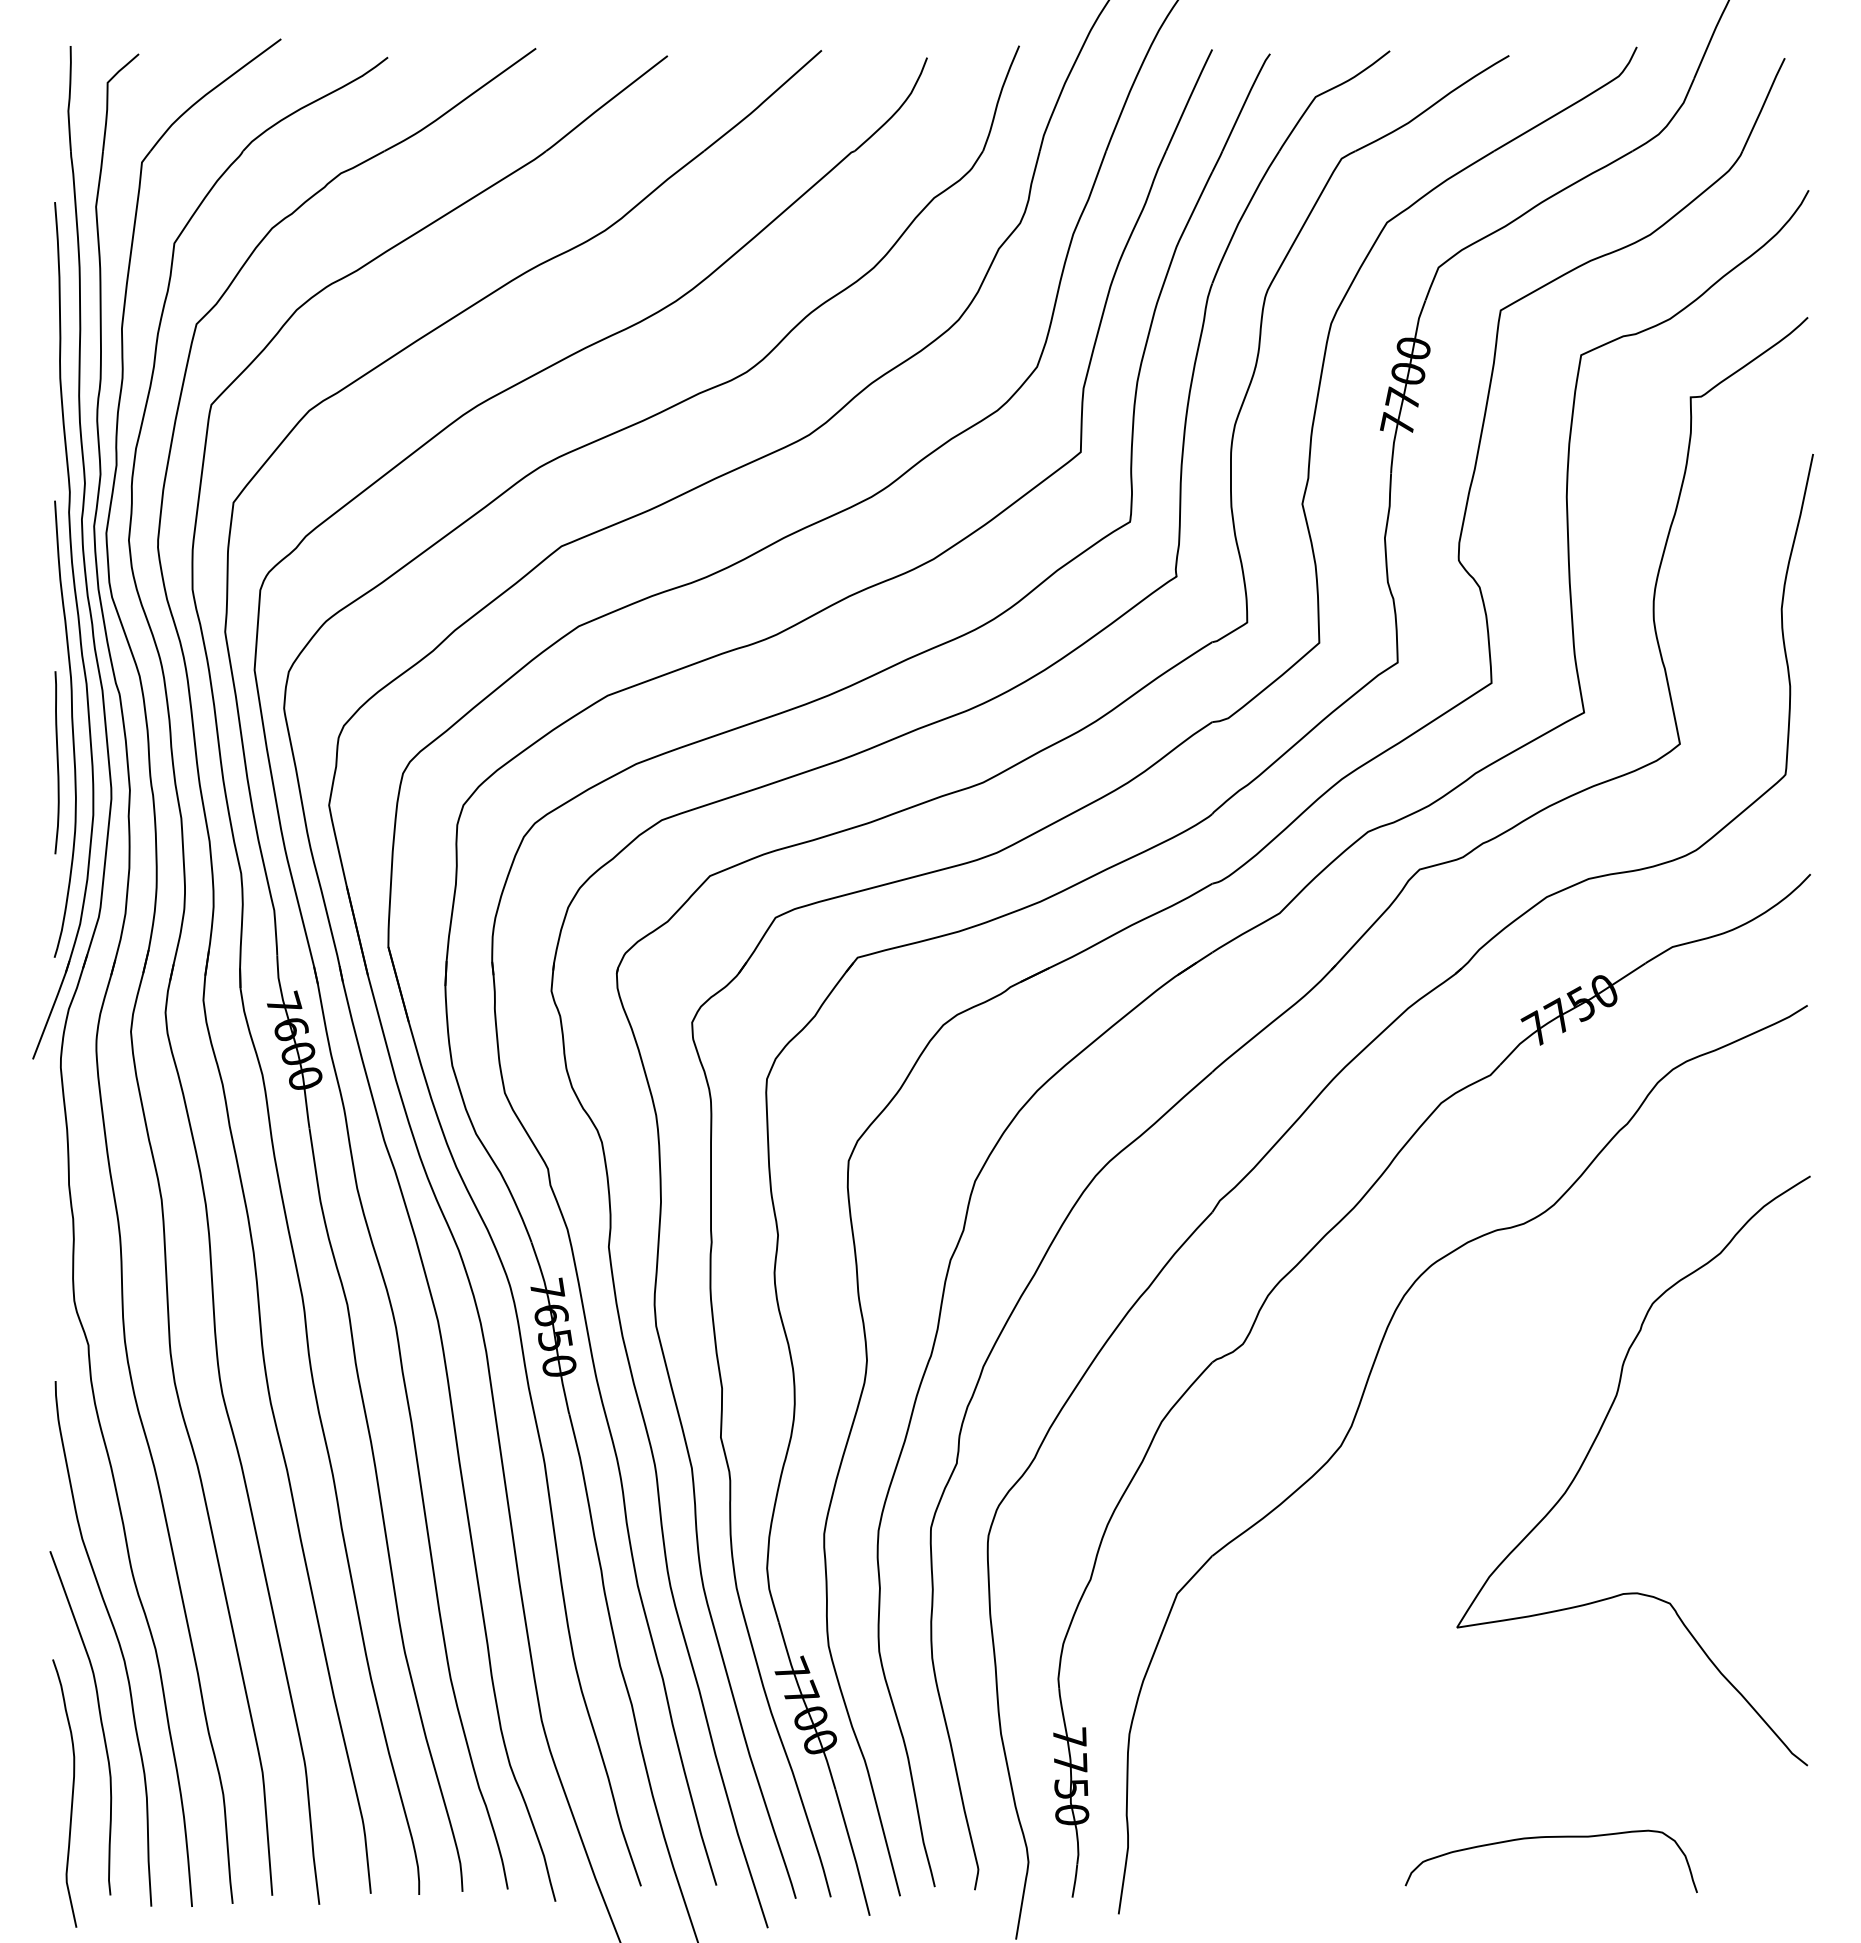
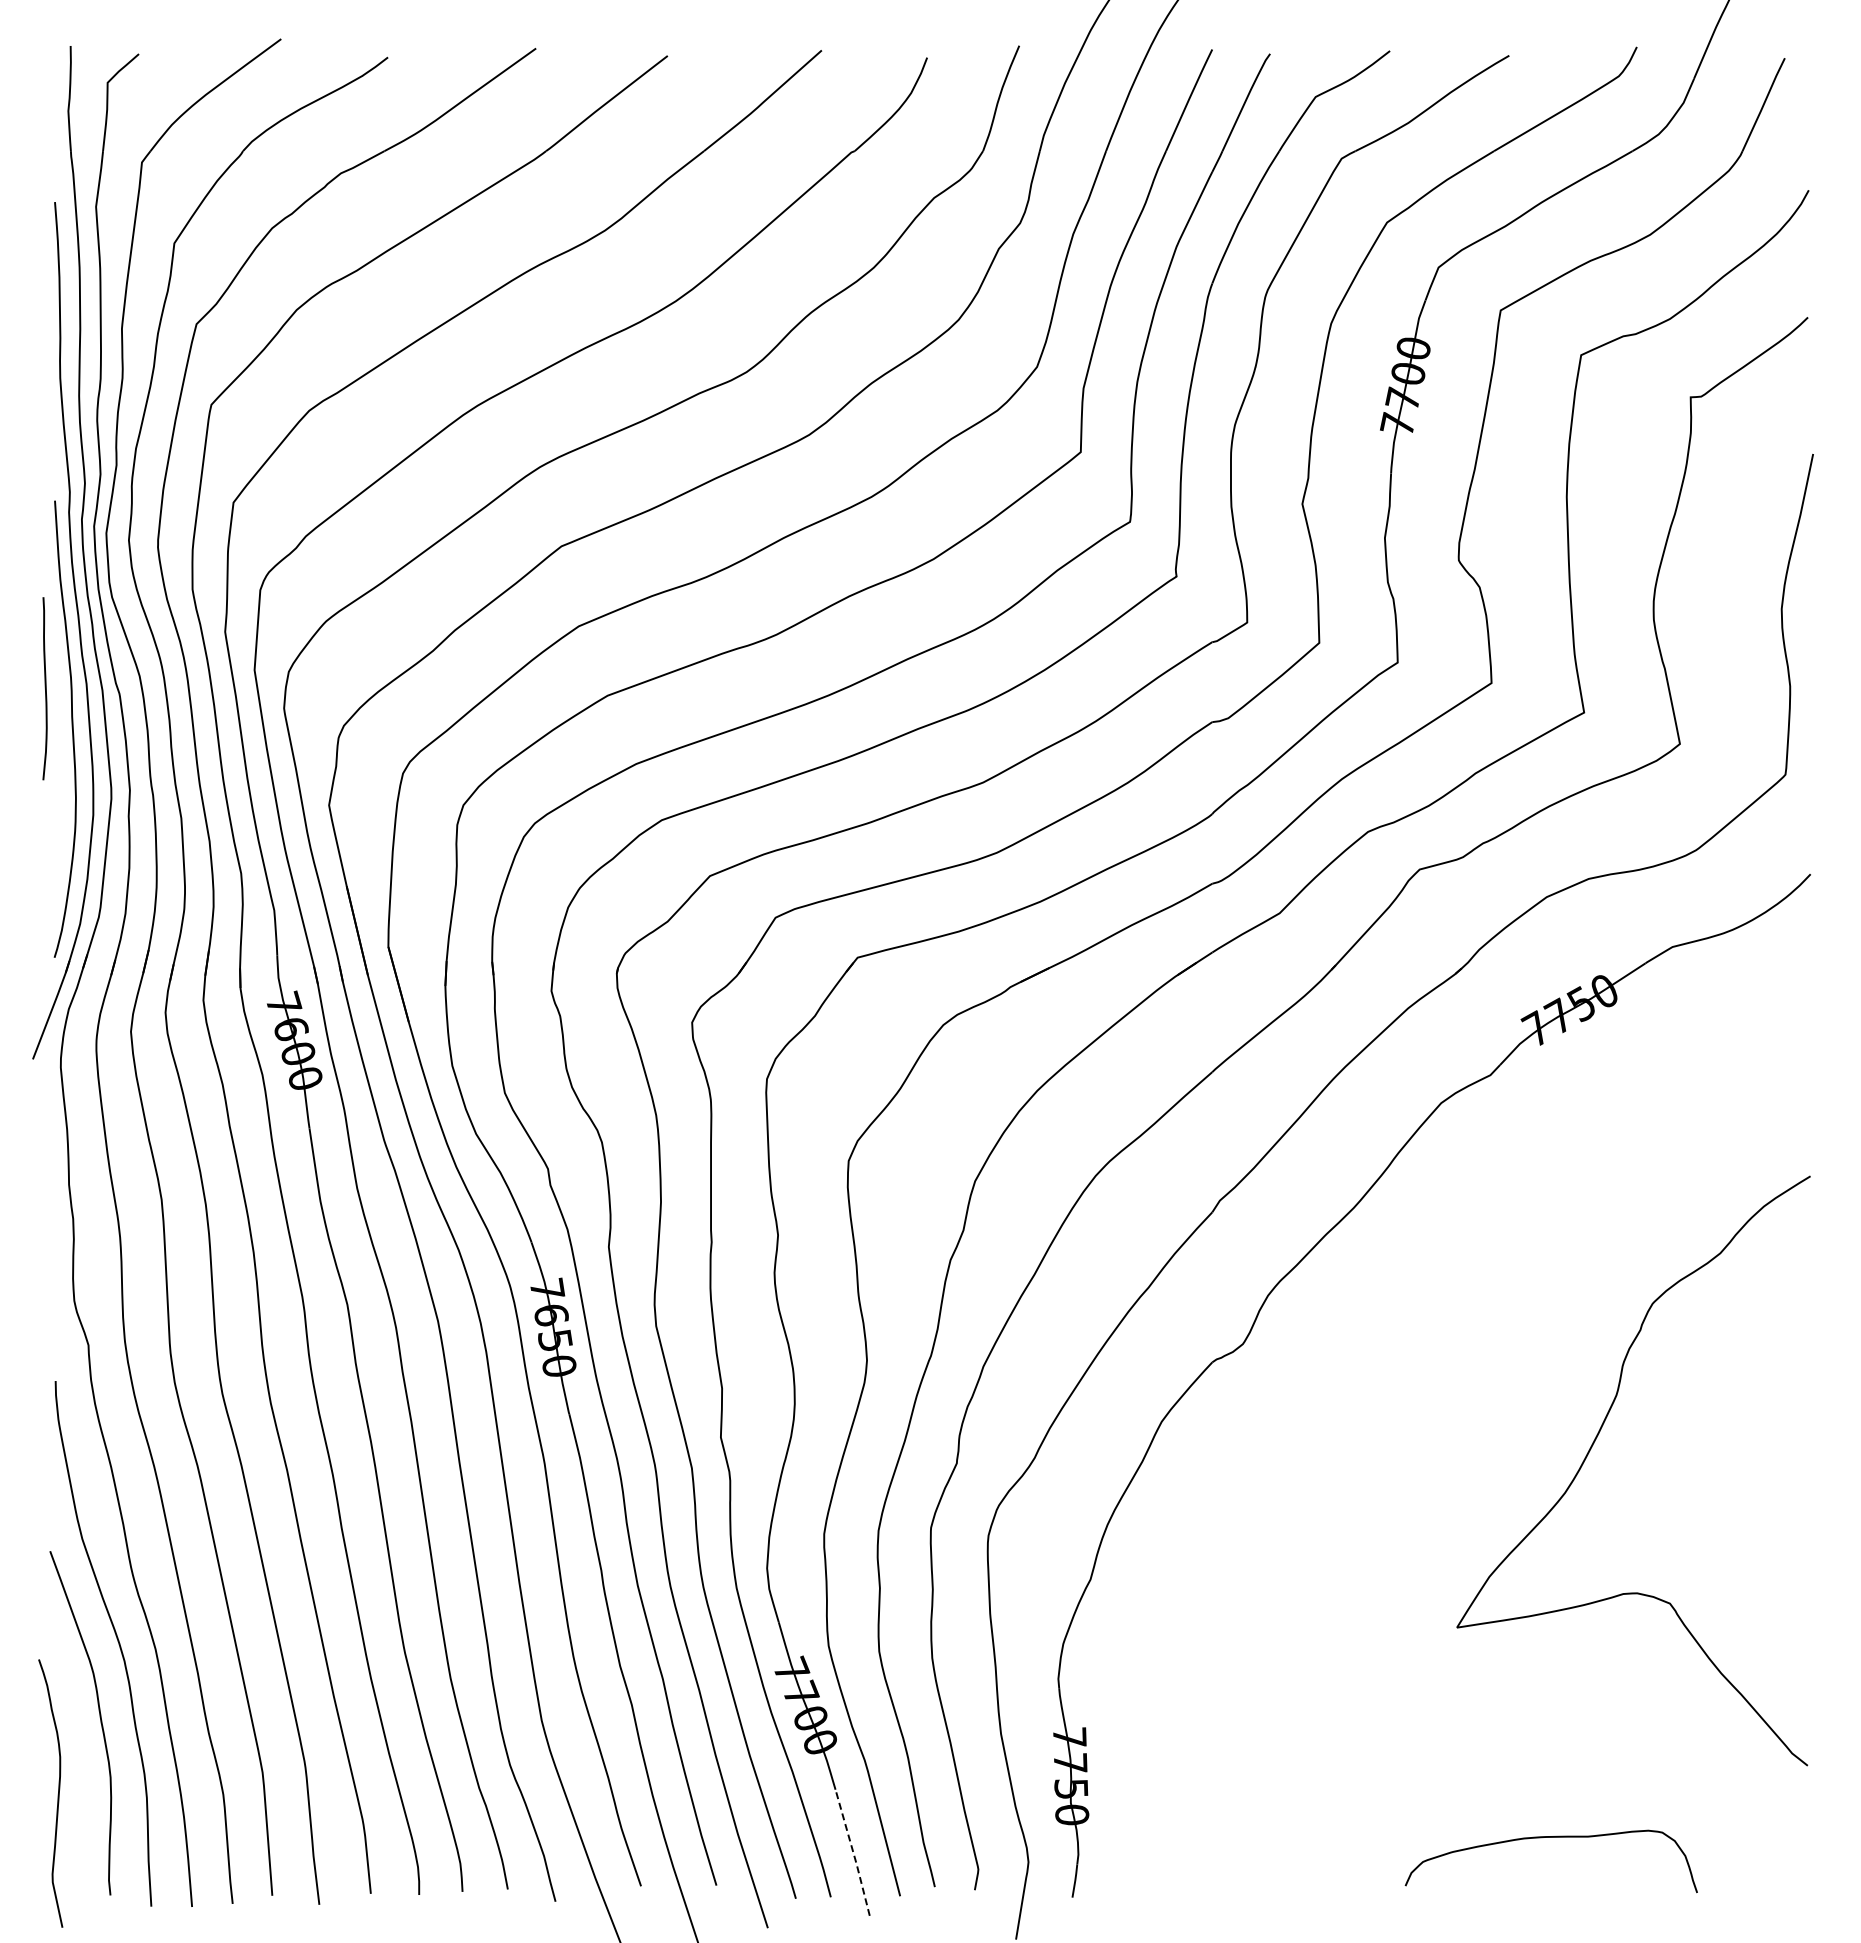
curve at (56, 761) position: (56, 761) -> (44, 687)
part at (1356, 1416): present -> none
curve at (71, 1794) position: (71, 1794) -> (57, 1794)
line at (853, 1853): solid -> dashed
